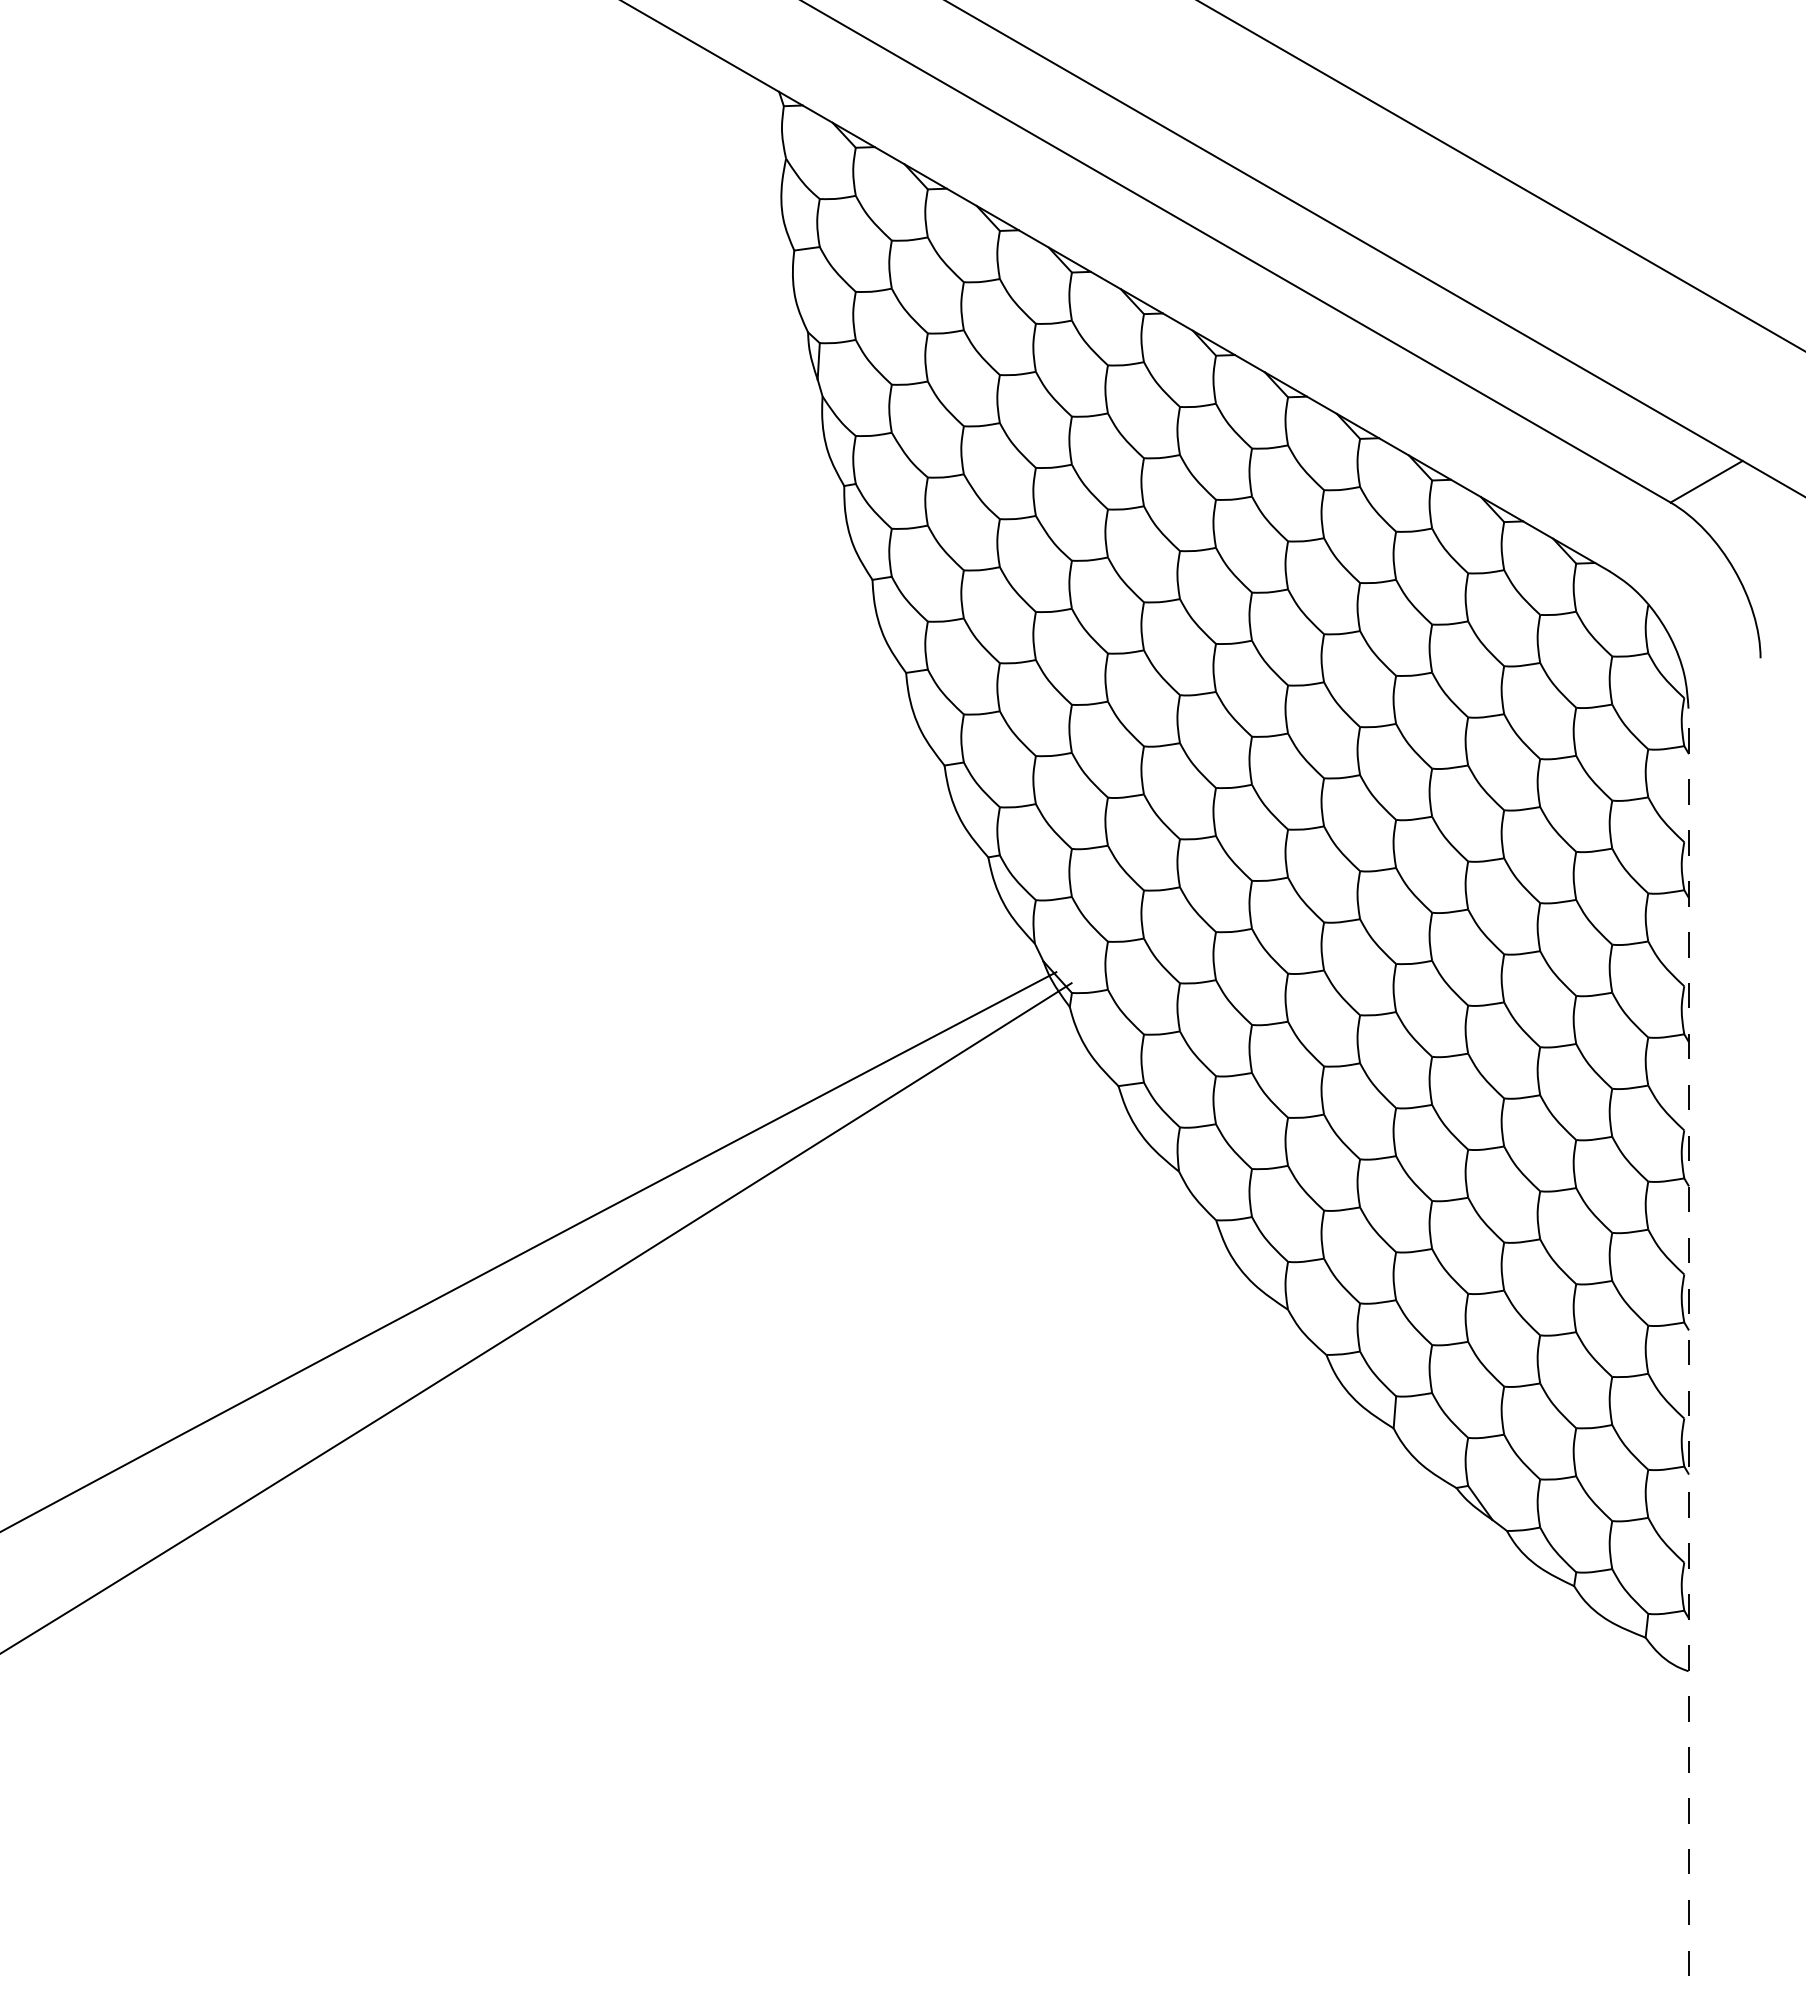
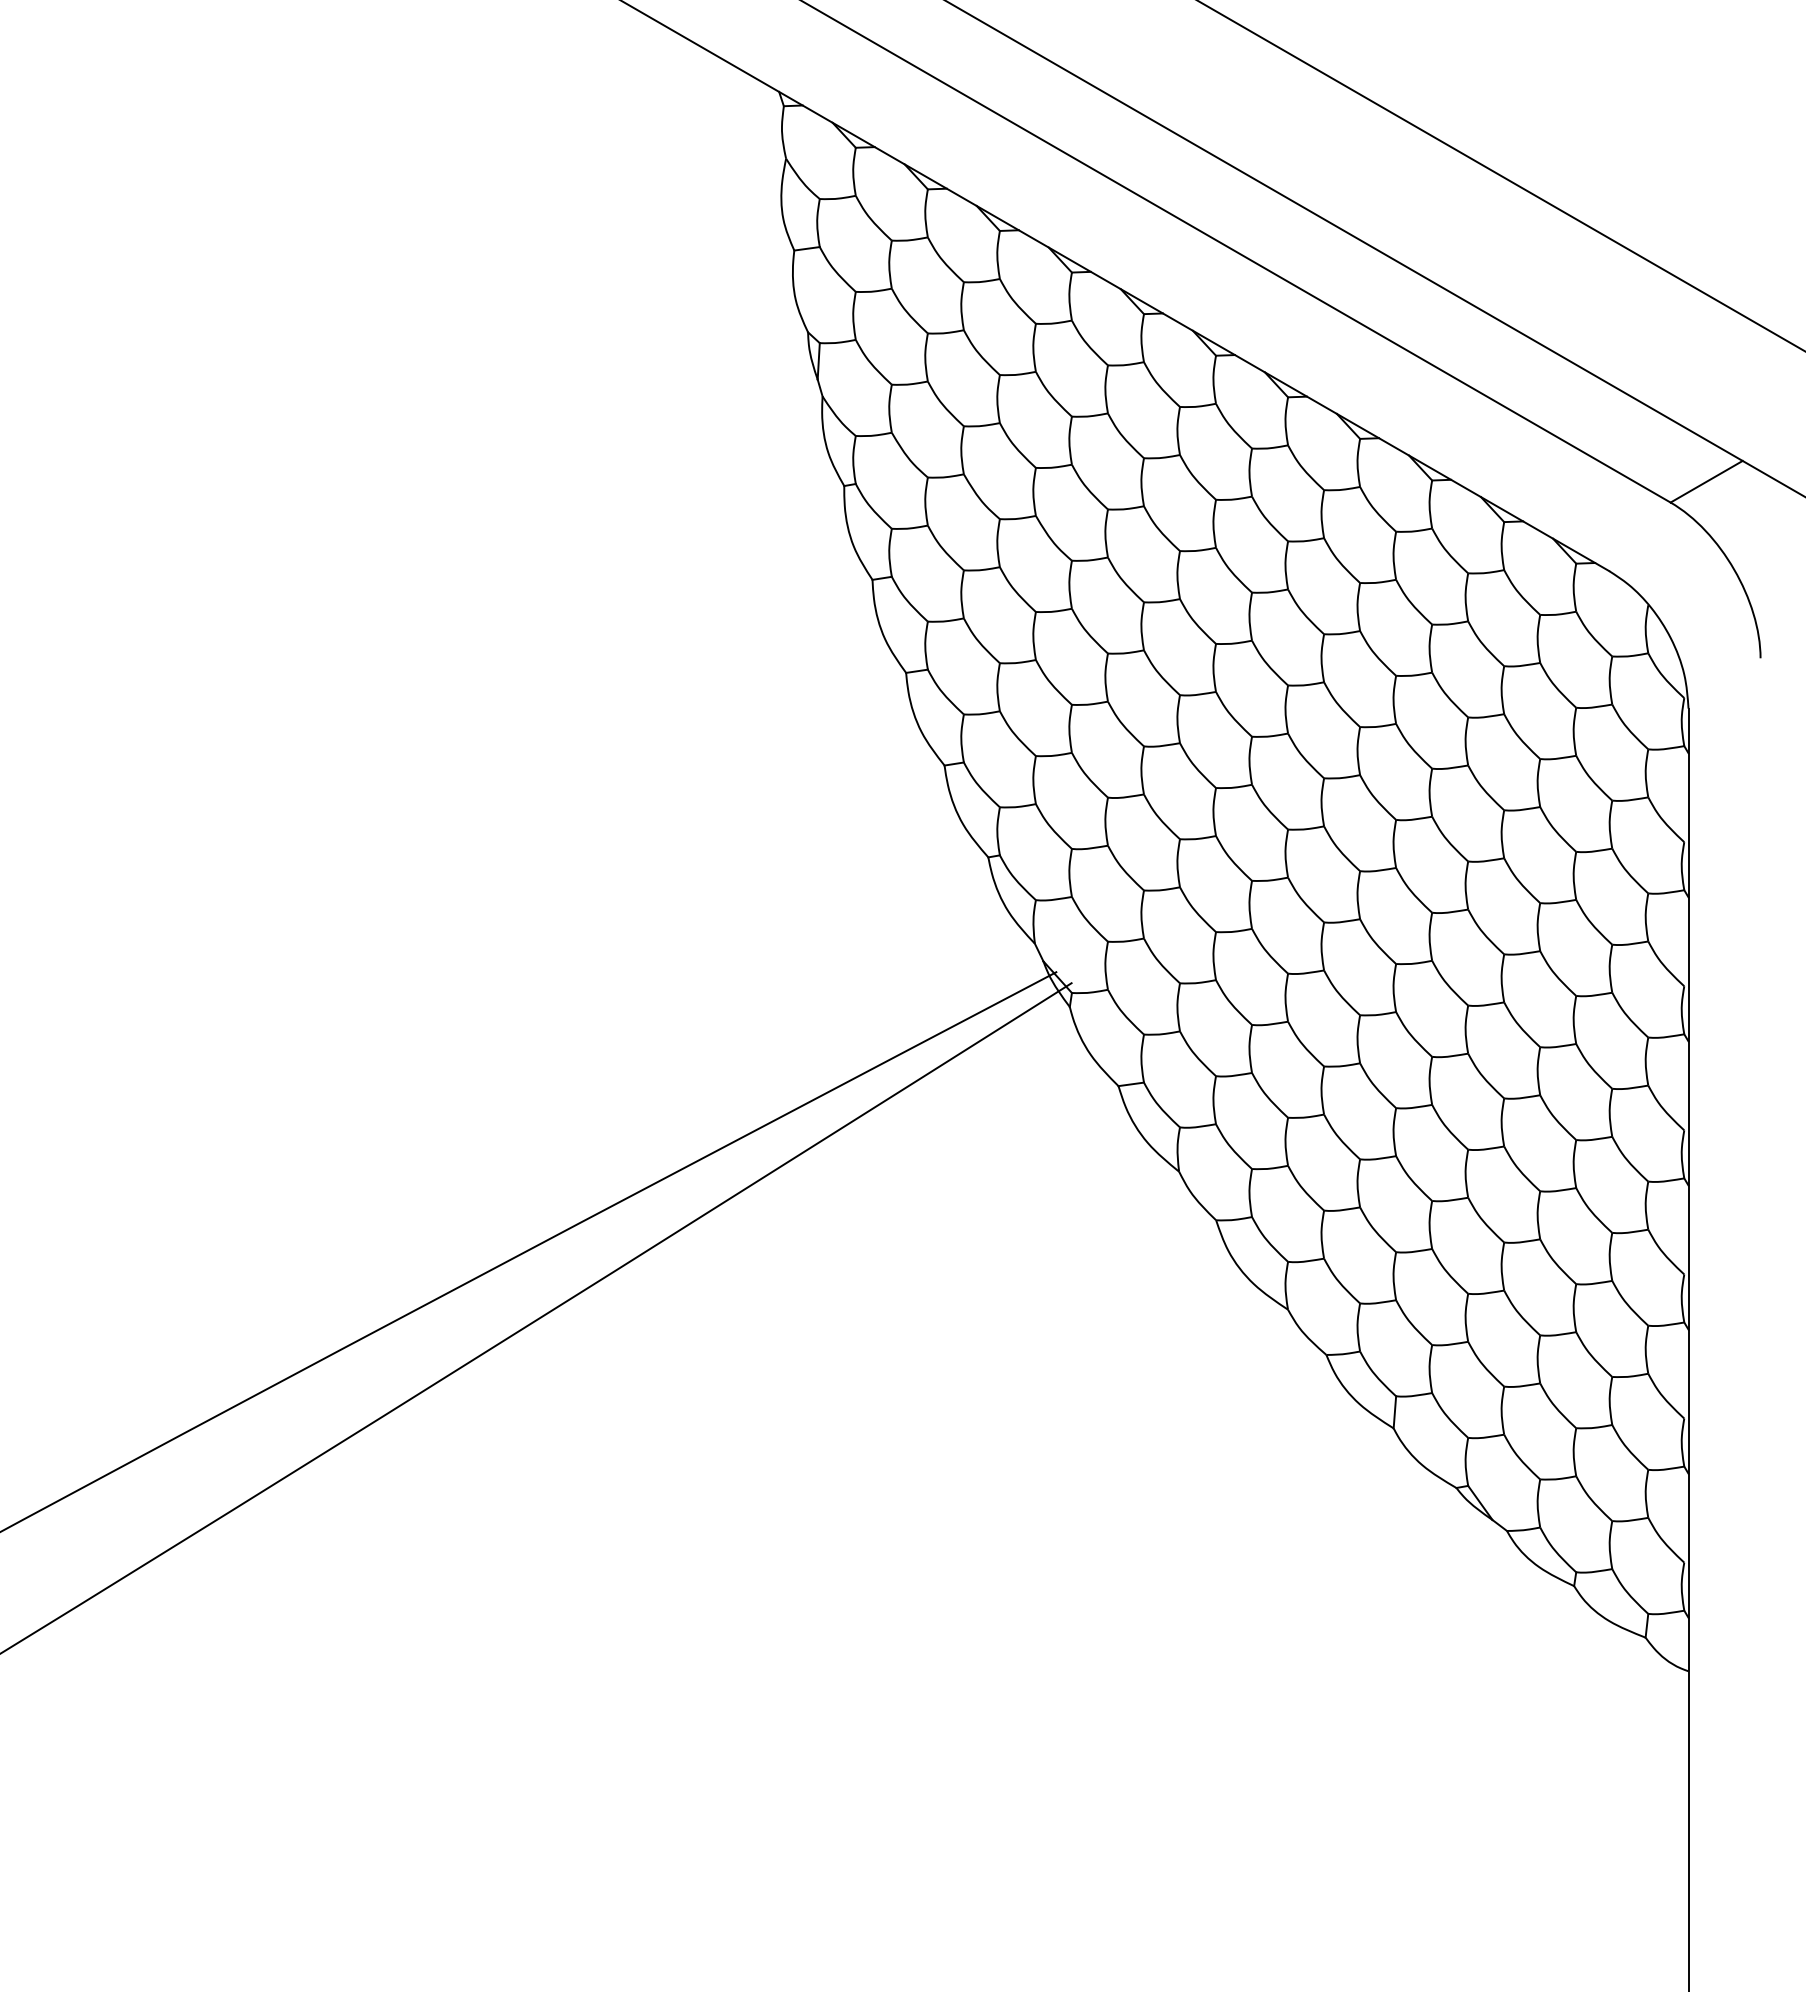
line at (1688, 1349): dashed -> solid
